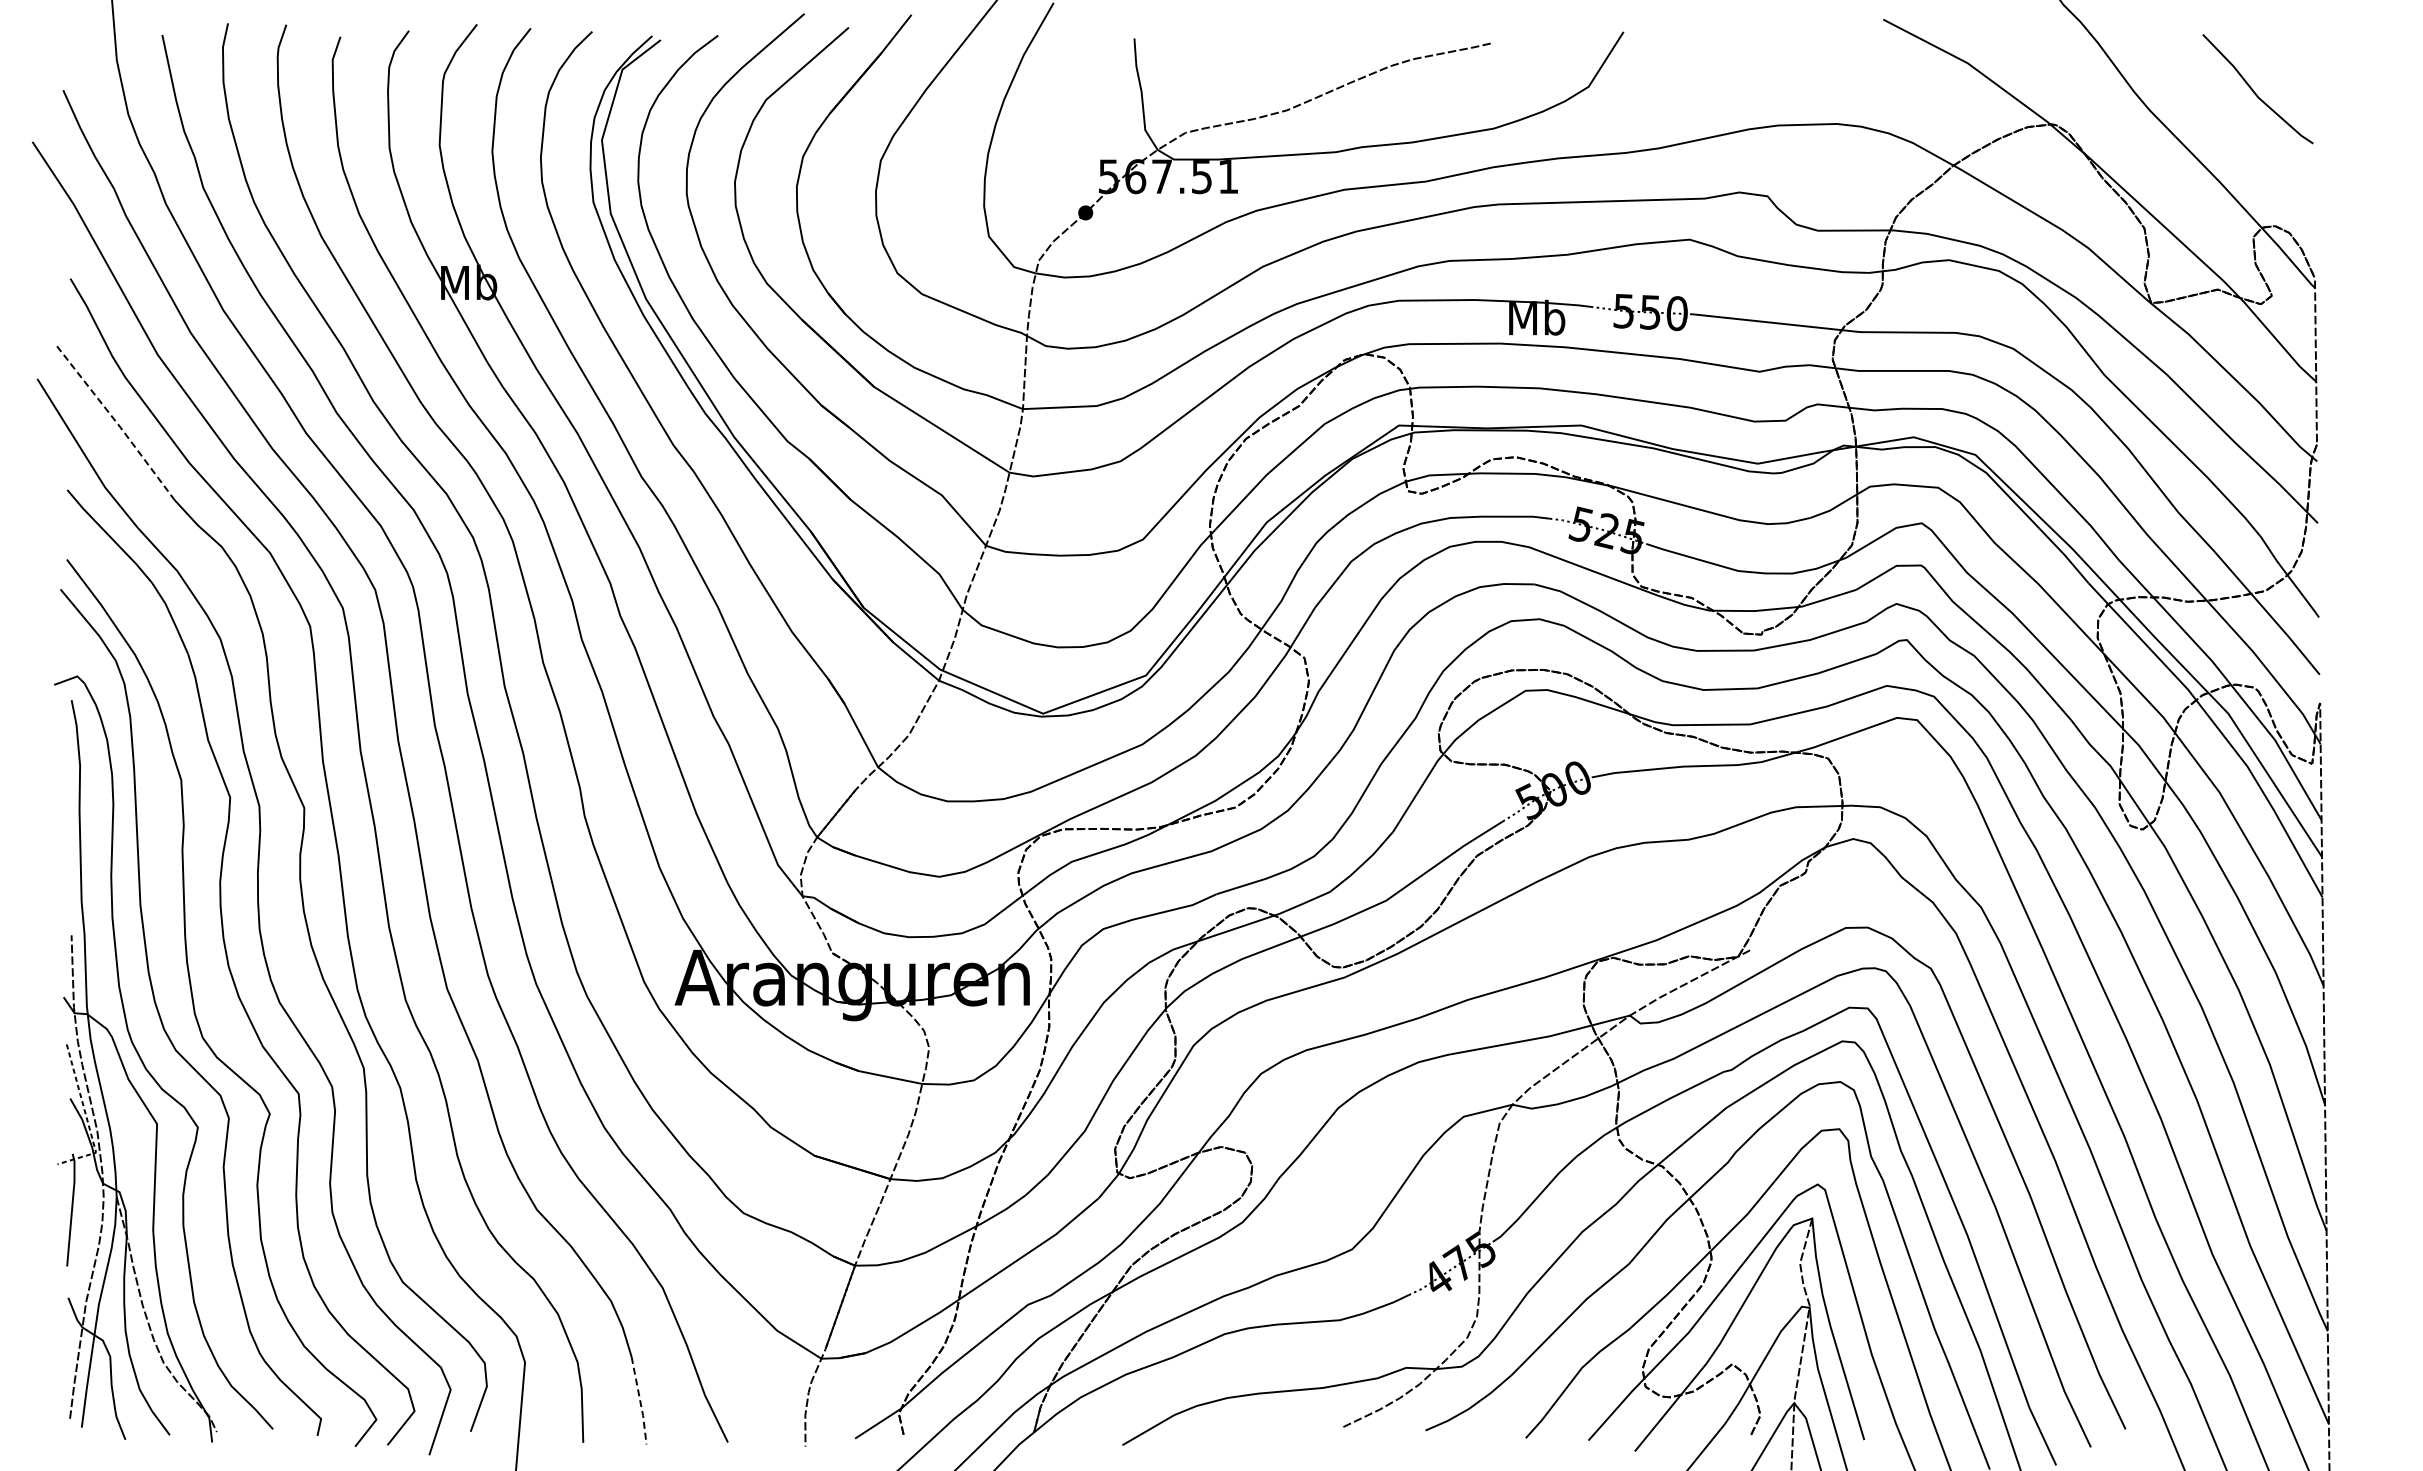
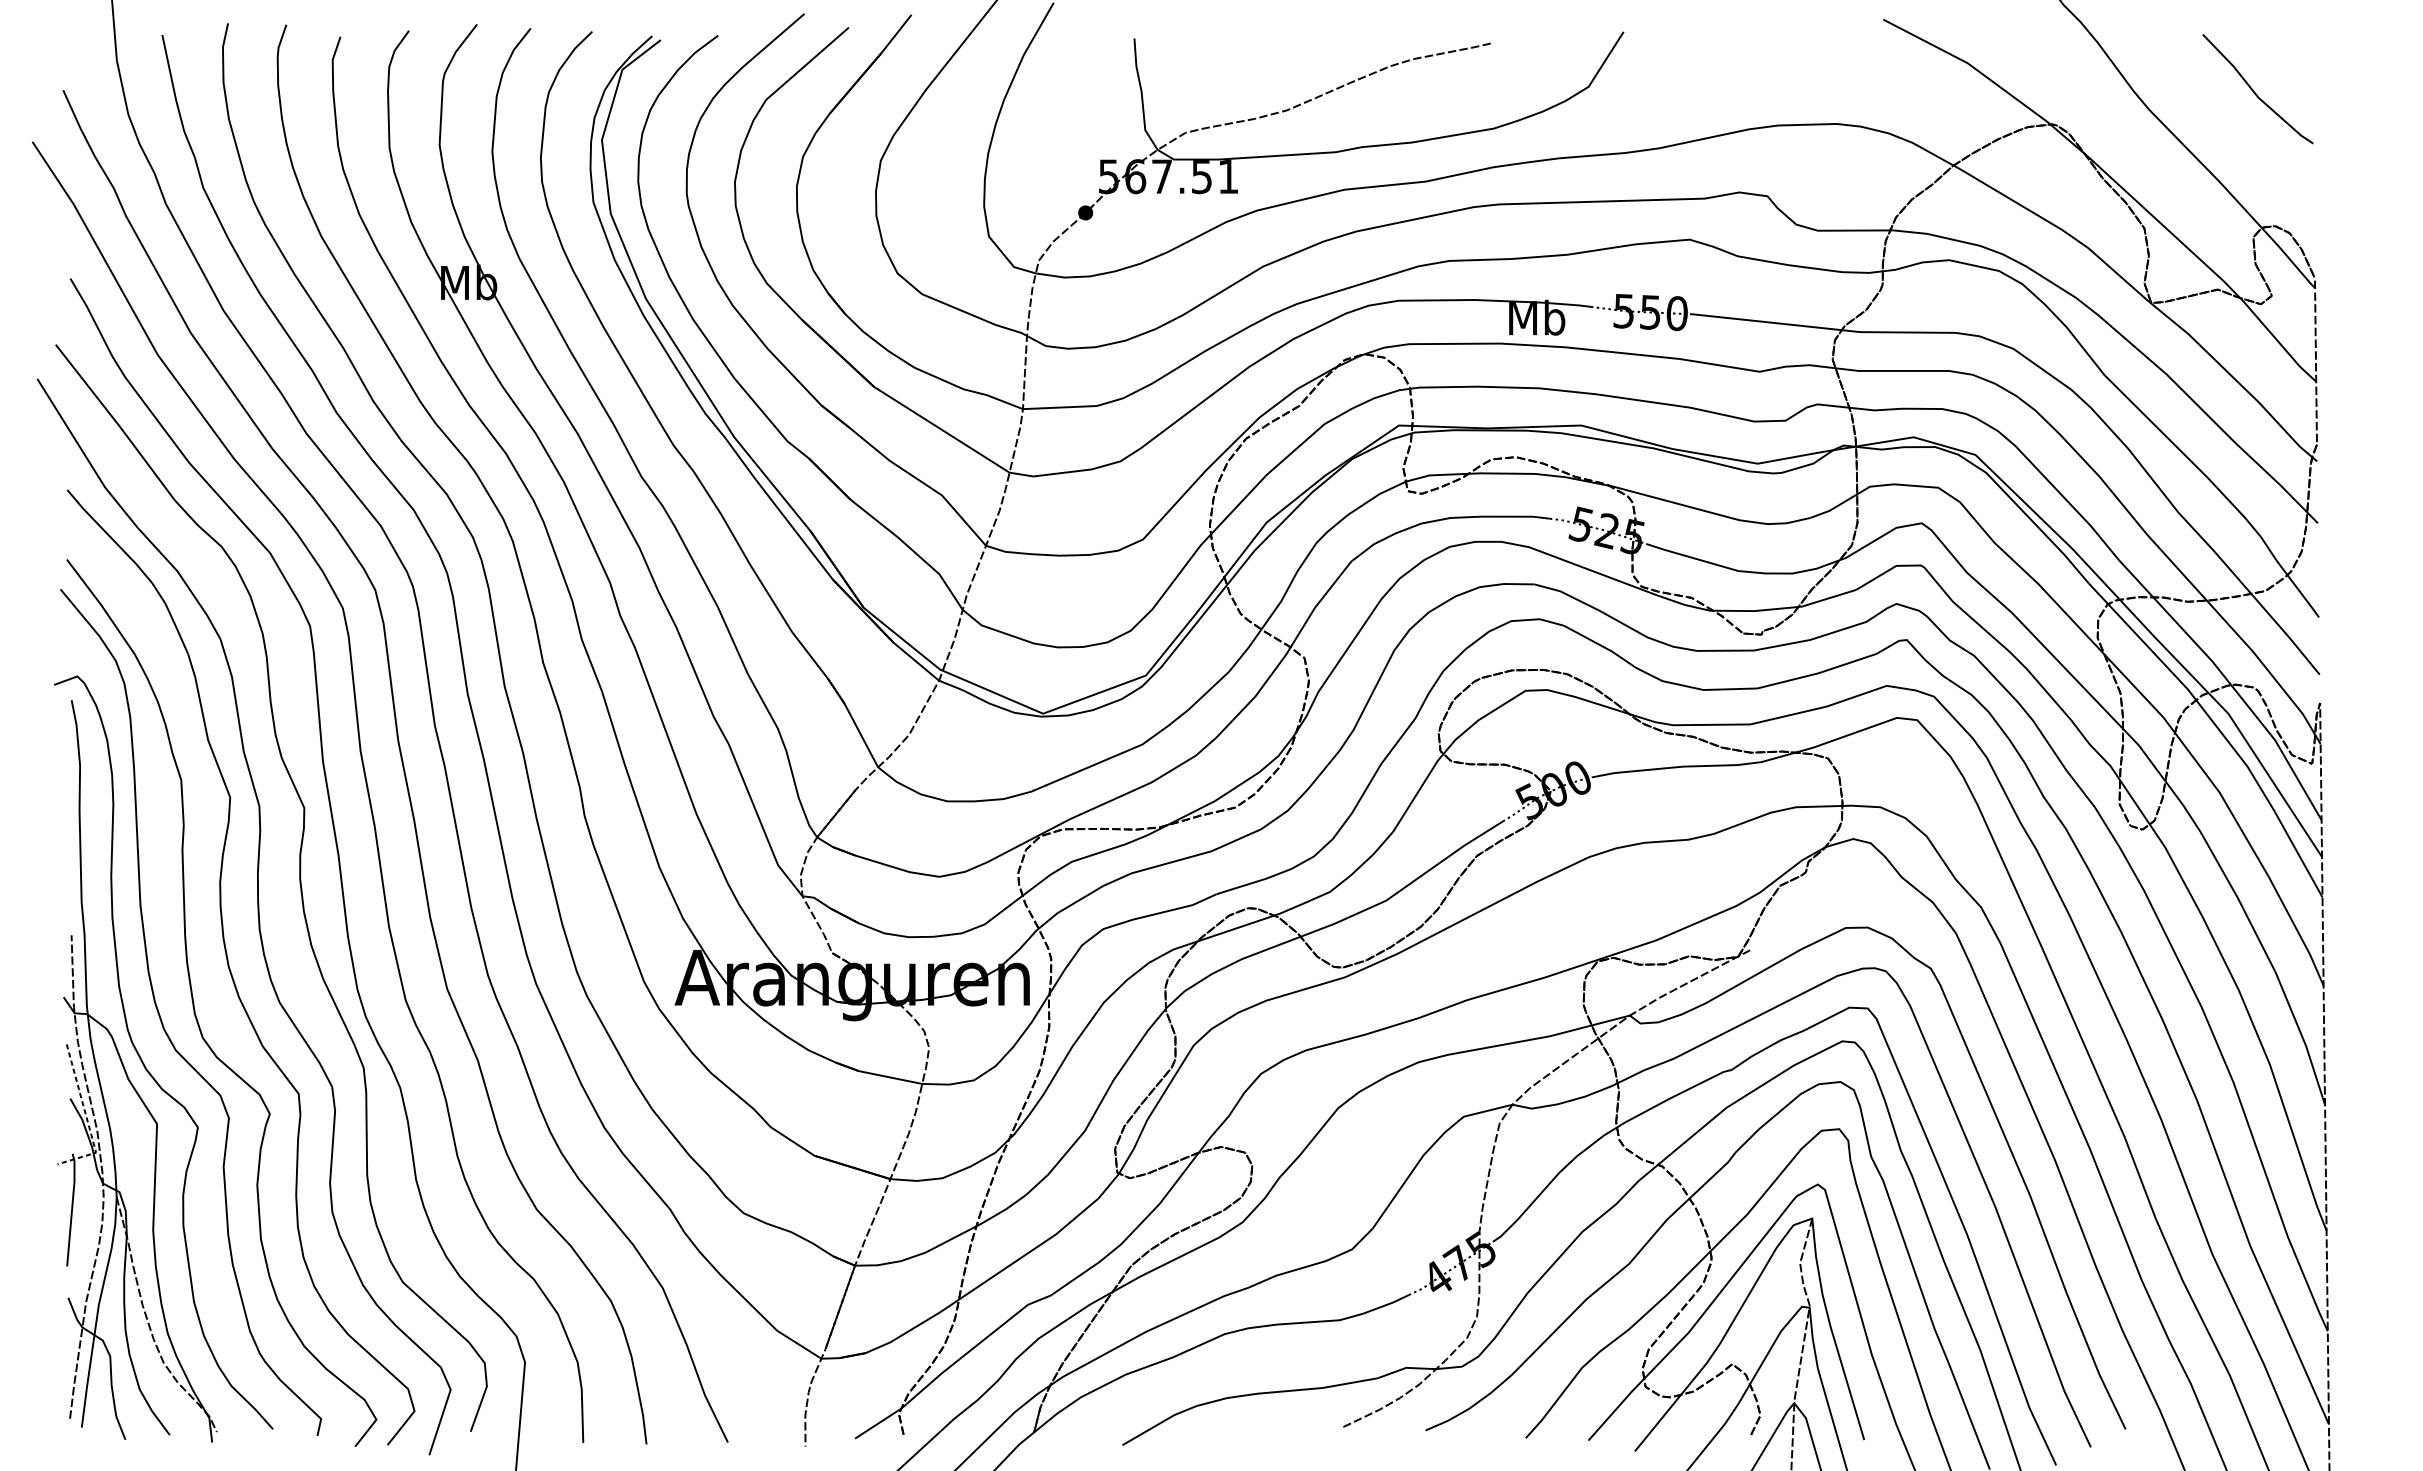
line at (116, 422): dashed -> solid
line at (640, 1401): dashed -> solid
